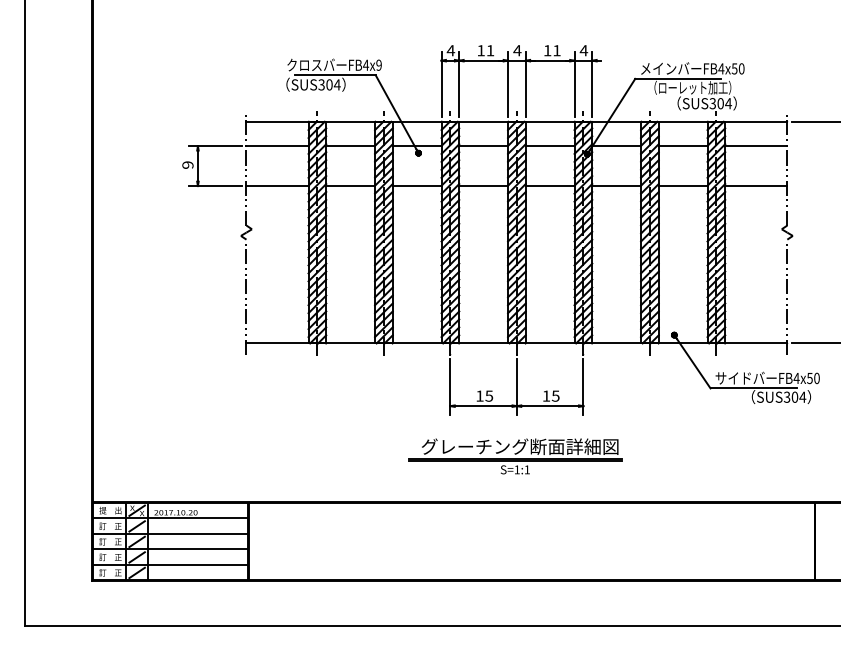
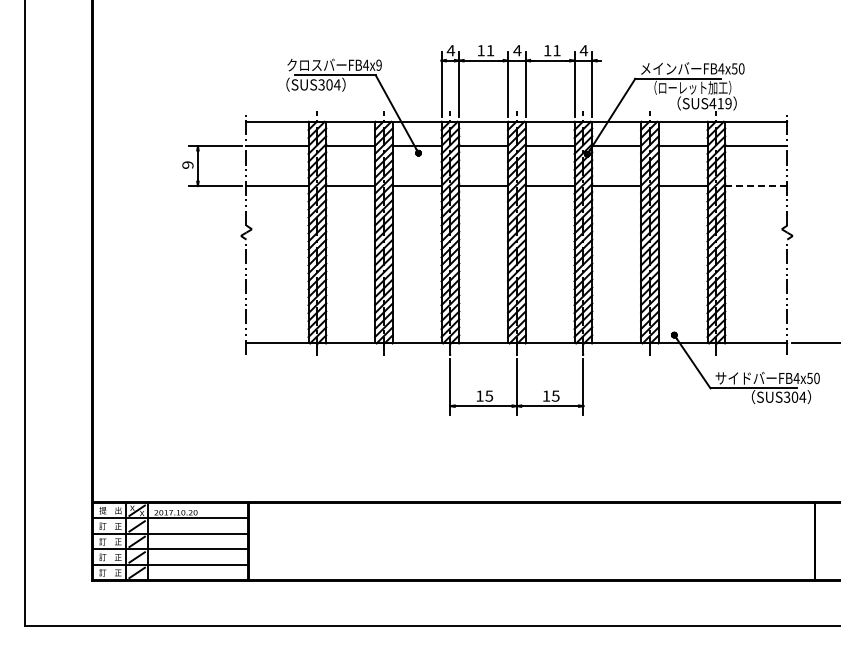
text at (720, 103): SUS304 -> SUS419
line at (814, 121): present -> none
line at (756, 186): solid -> dashed
part at (515, 456): present -> none
